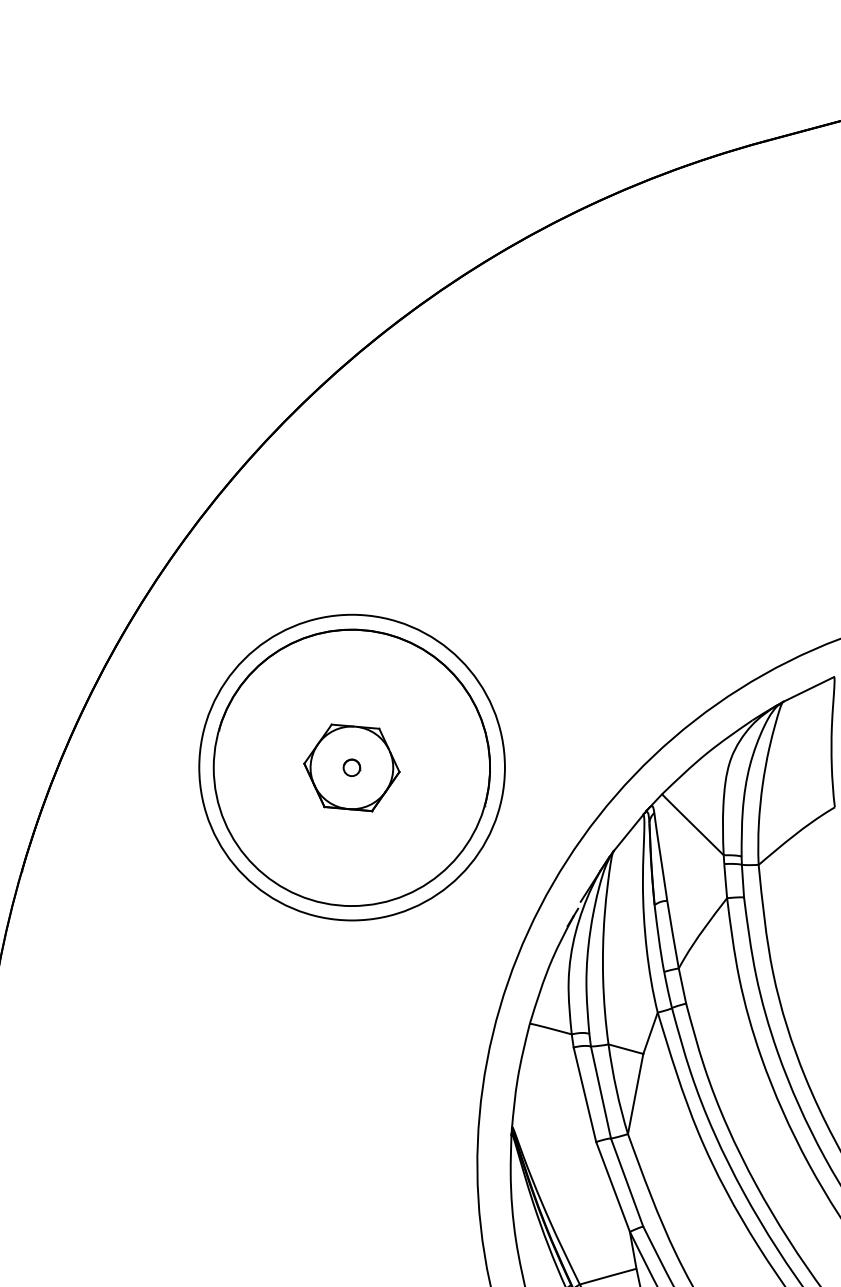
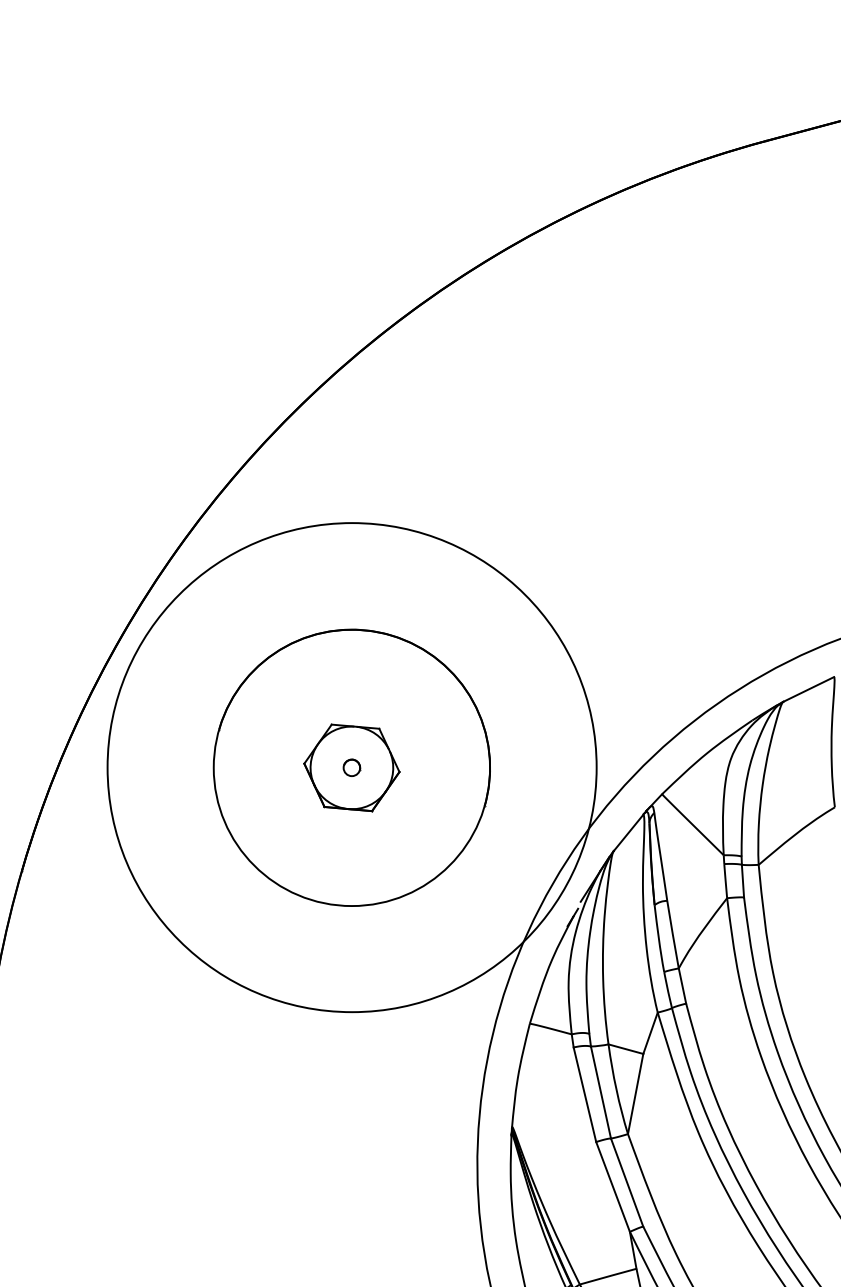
circle at (351, 767) diameter: 306 px -> 489 px
